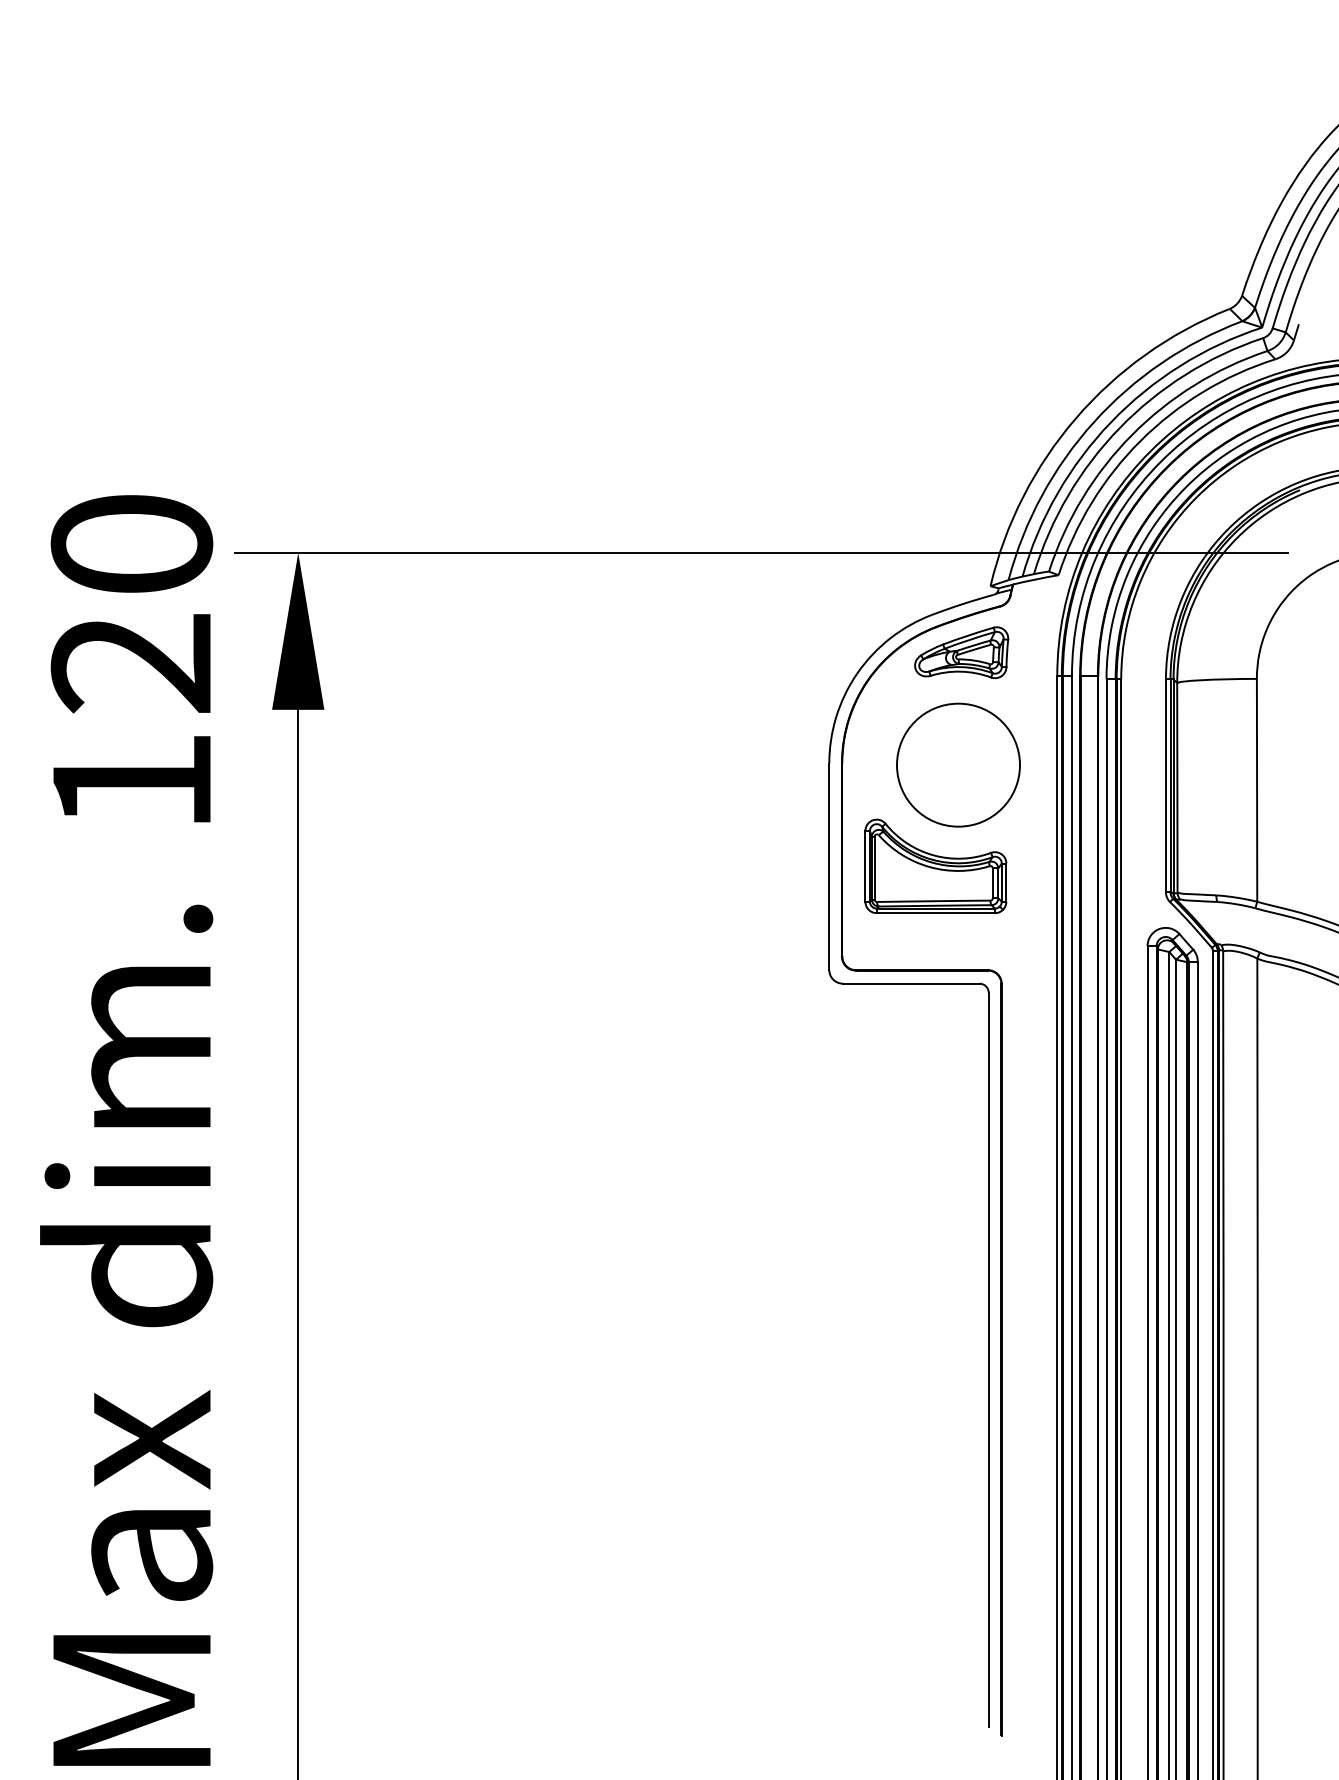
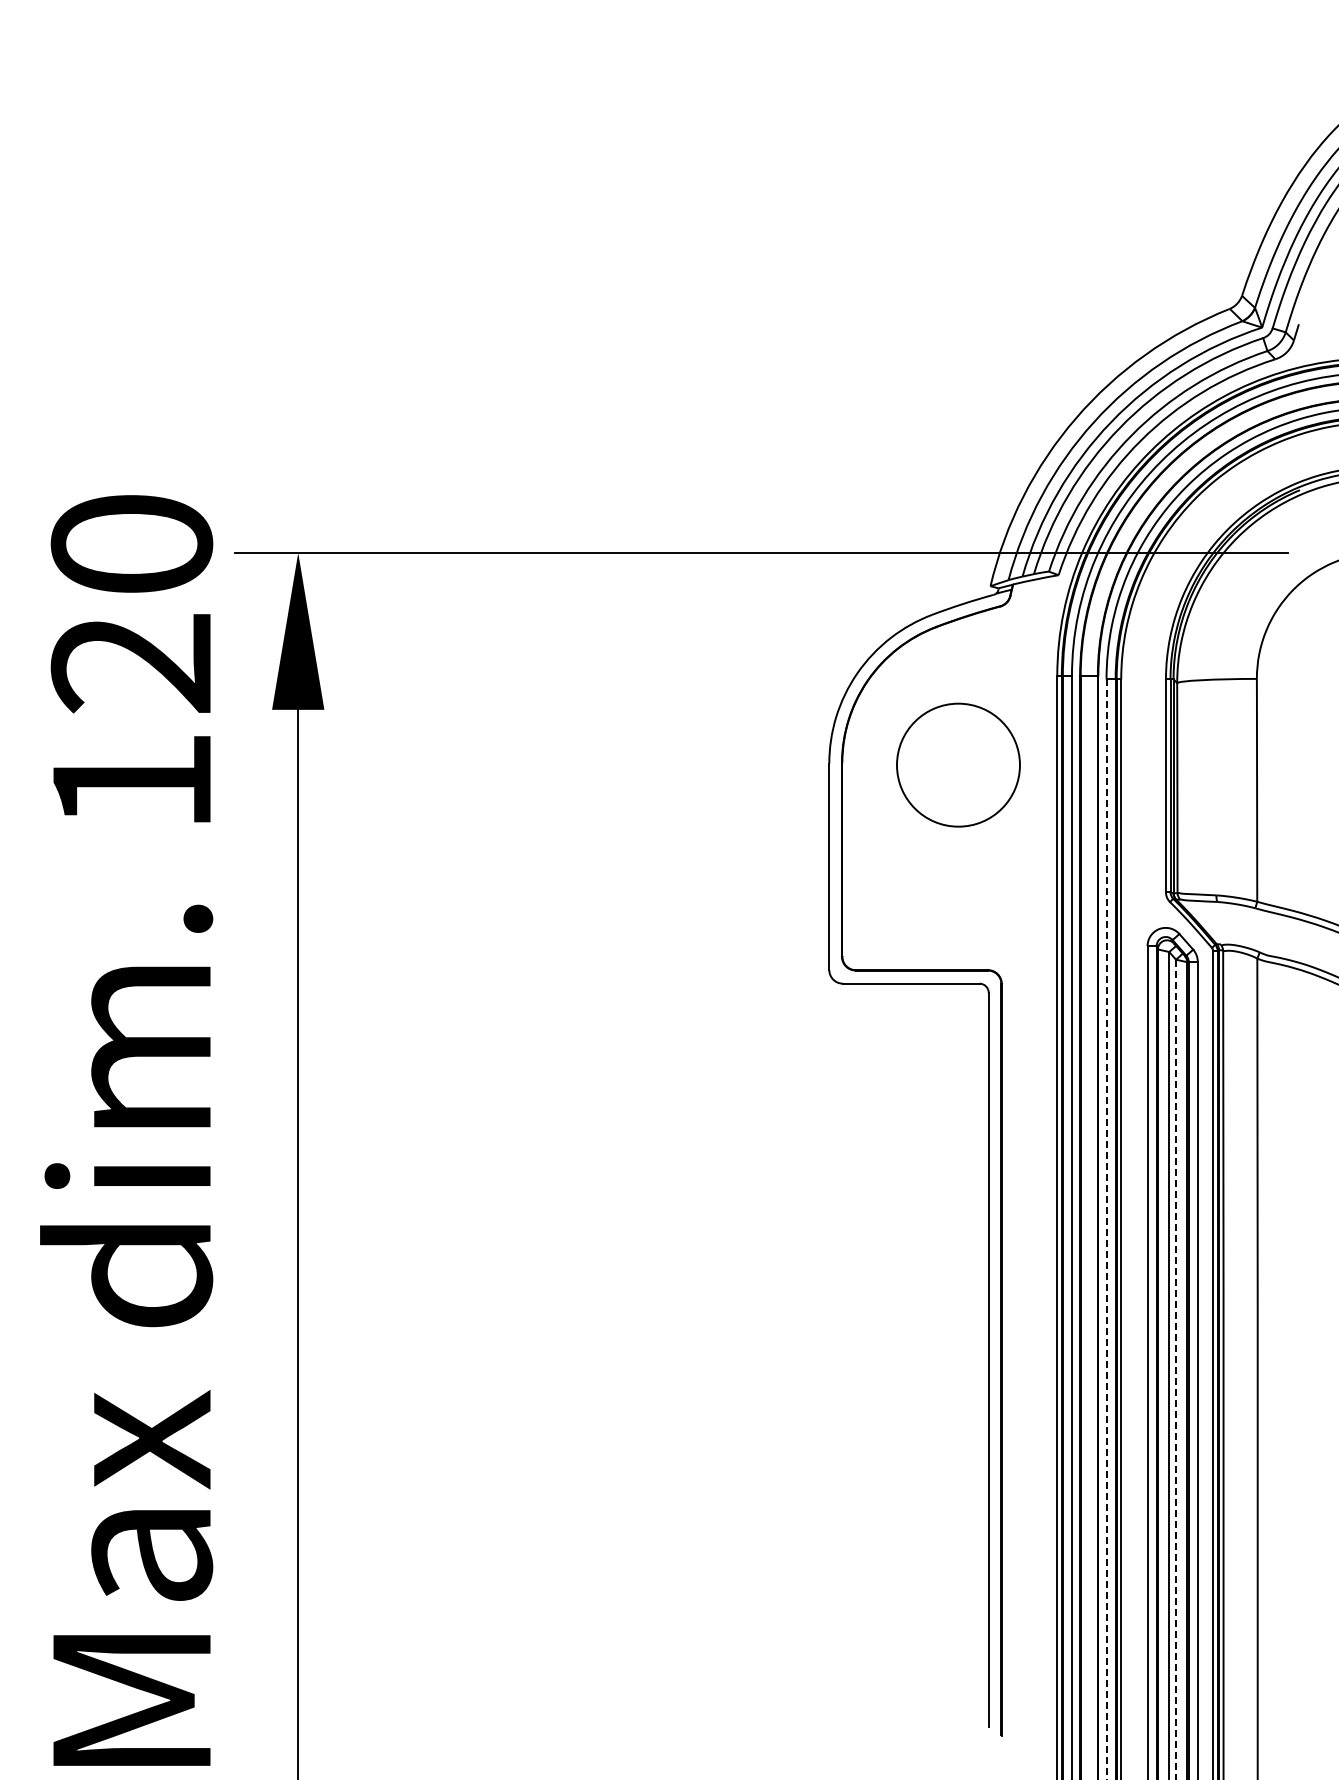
part at (961, 652): present -> none
part at (935, 866): present -> none
line at (1106, 1229): solid -> dashed
line at (1176, 1369): solid -> dashed
